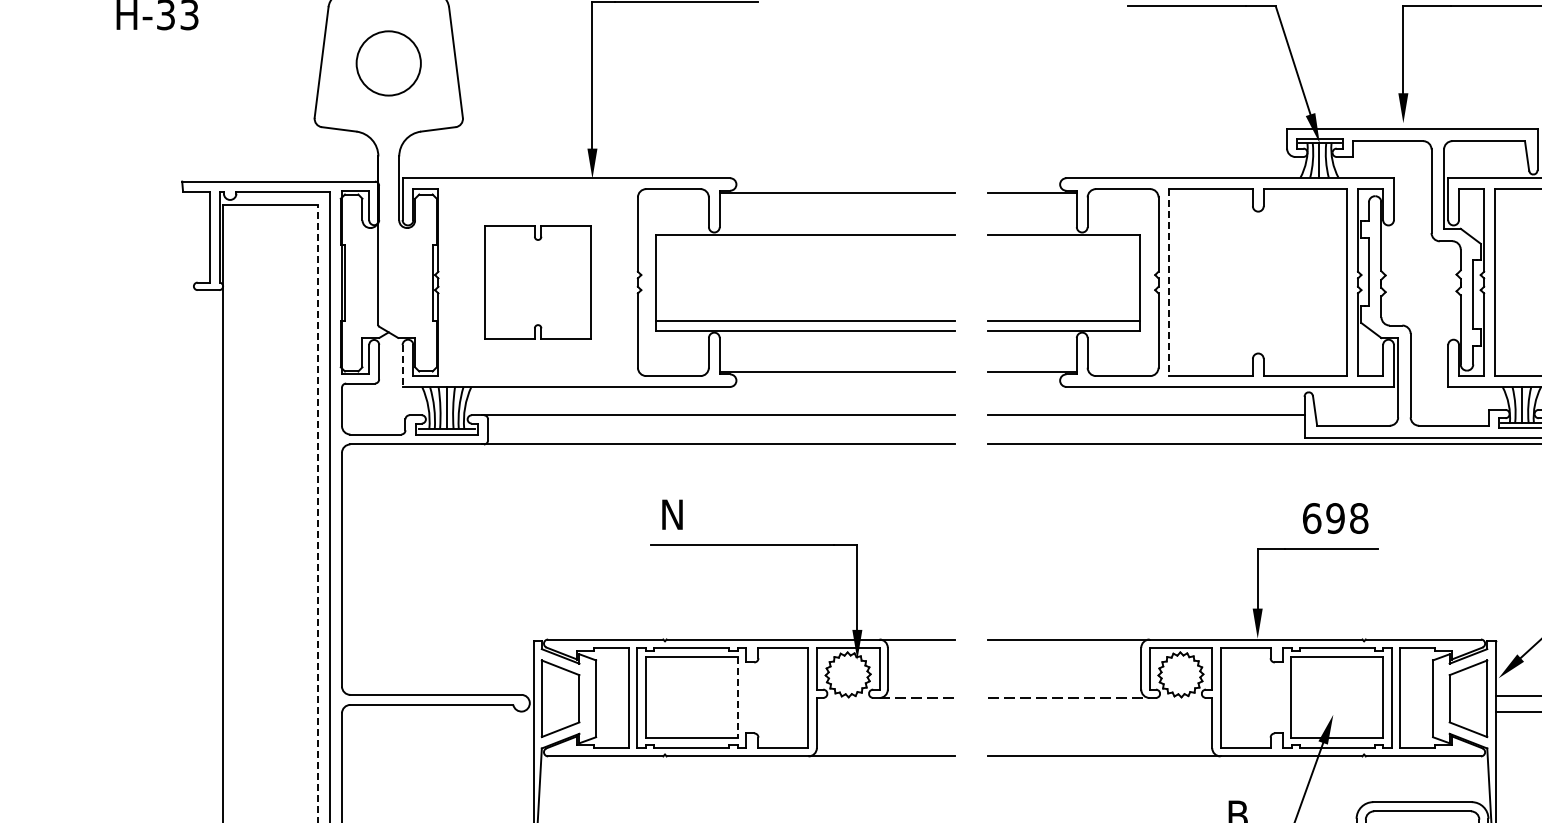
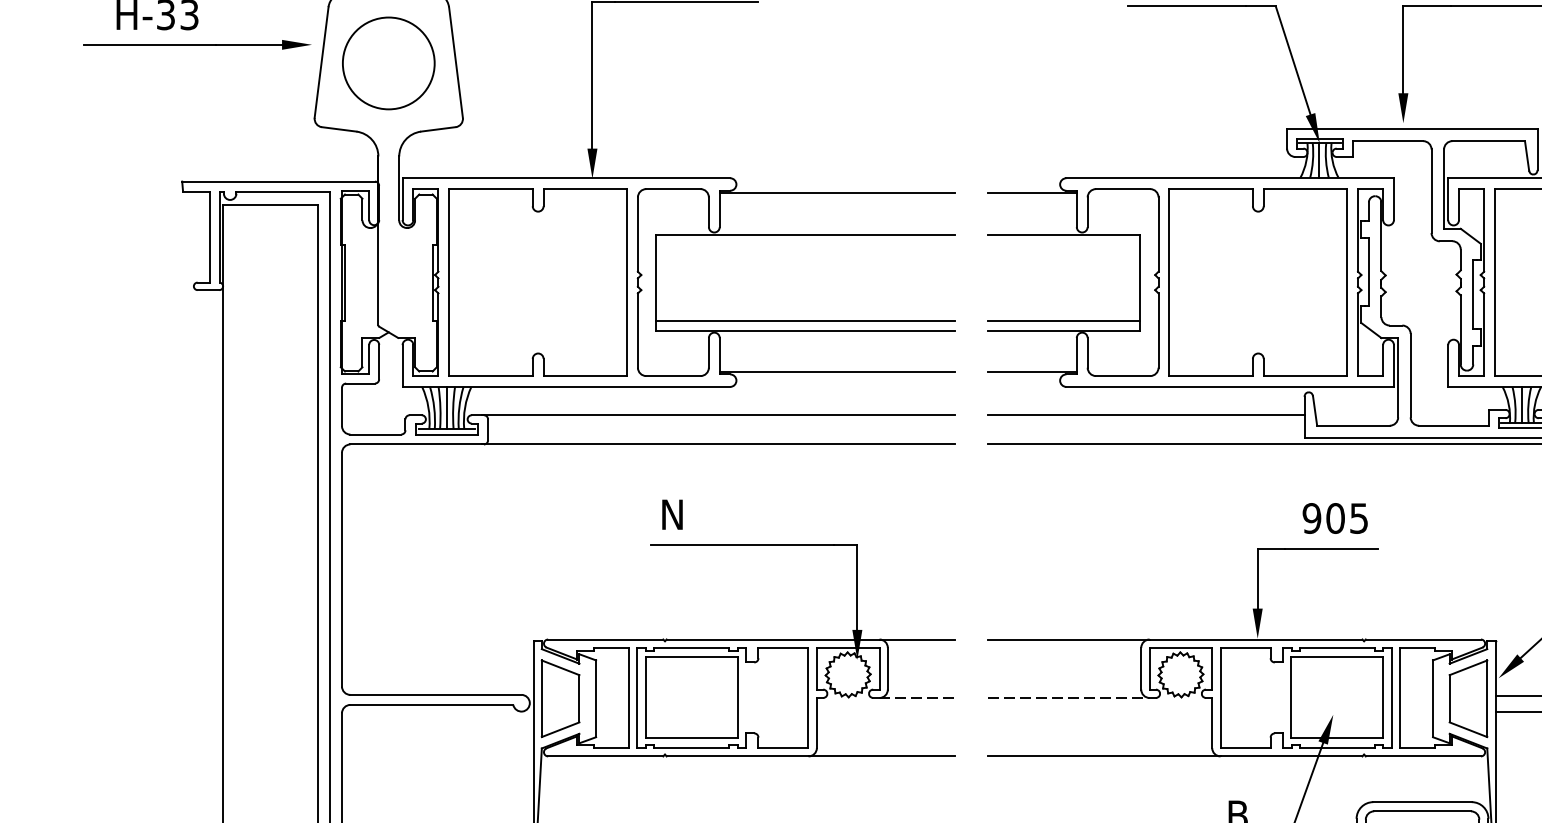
part at (197, 44): none -> present
circle at (388, 63) diameter: 64 px -> 92 px
part at (537, 282) size: 108x115 px -> 180x189 px
line at (1169, 283): dashed -> solid
line at (402, 366): dashed -> solid
line at (318, 513): dashed -> solid
text at (1335, 518): 698 -> 905
line at (738, 698): dashed -> solid
